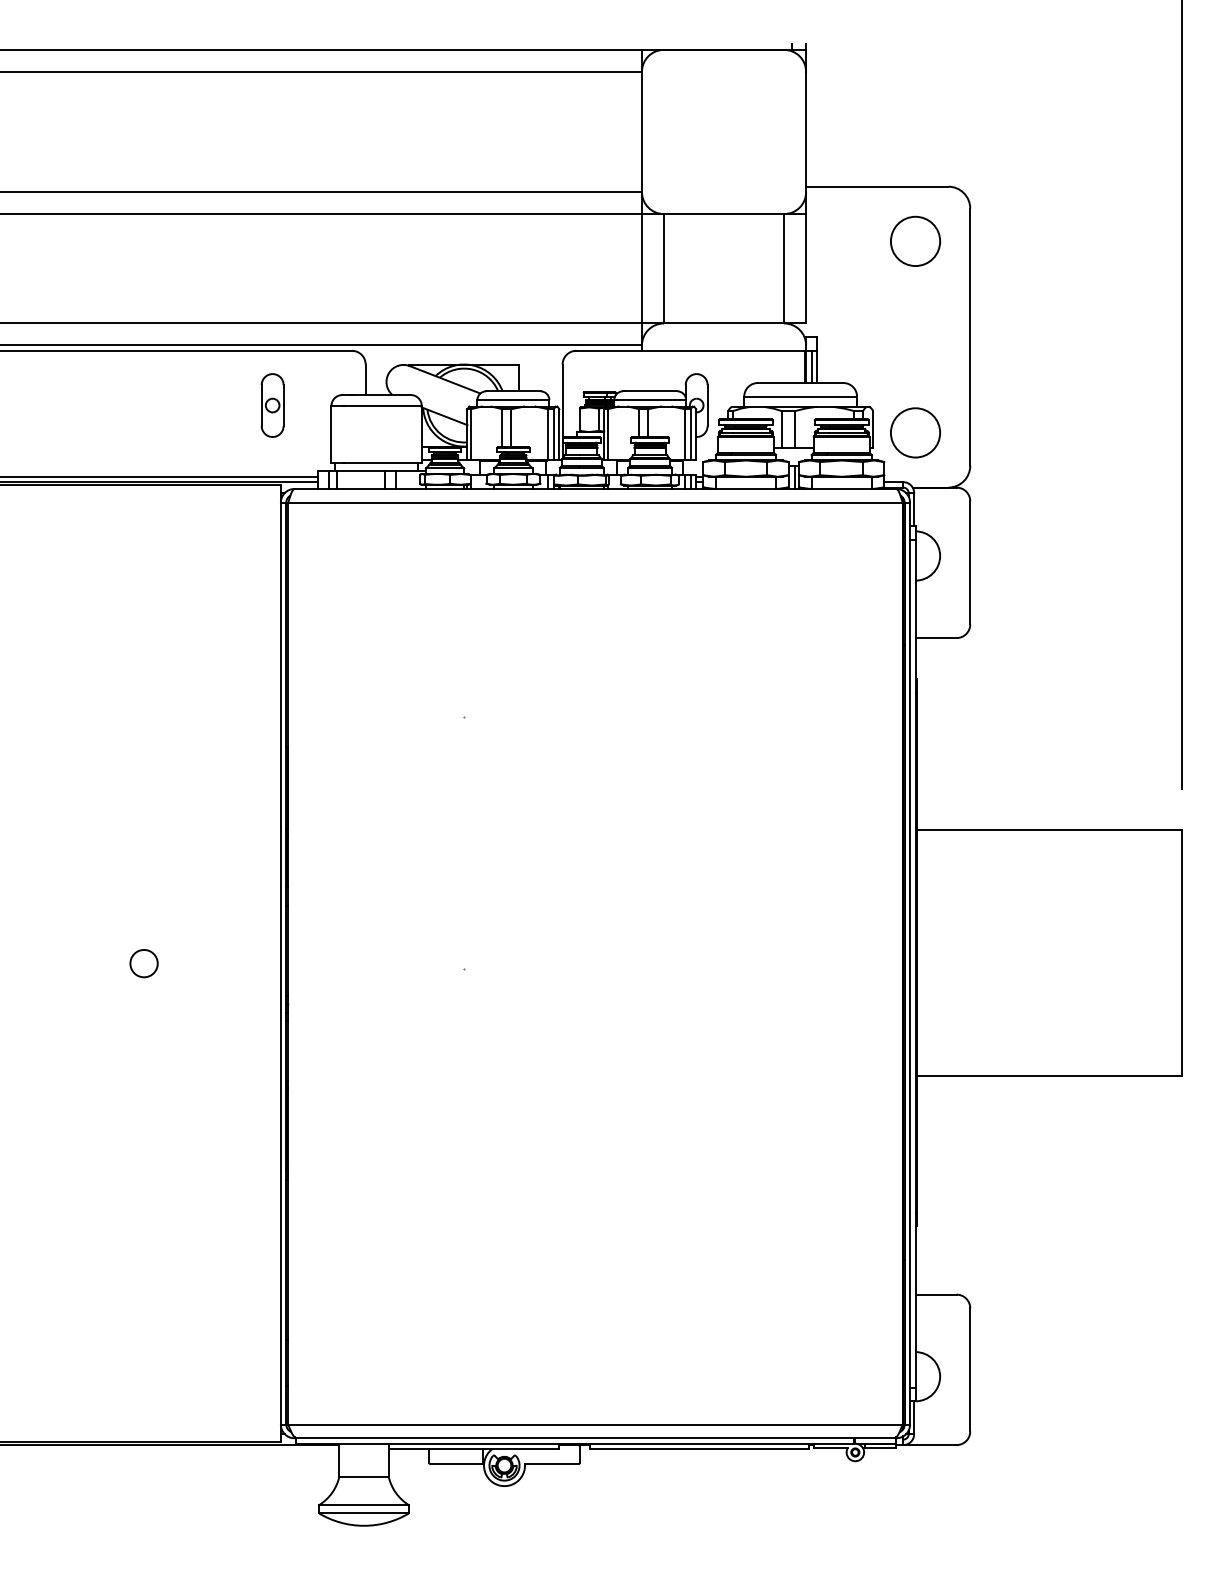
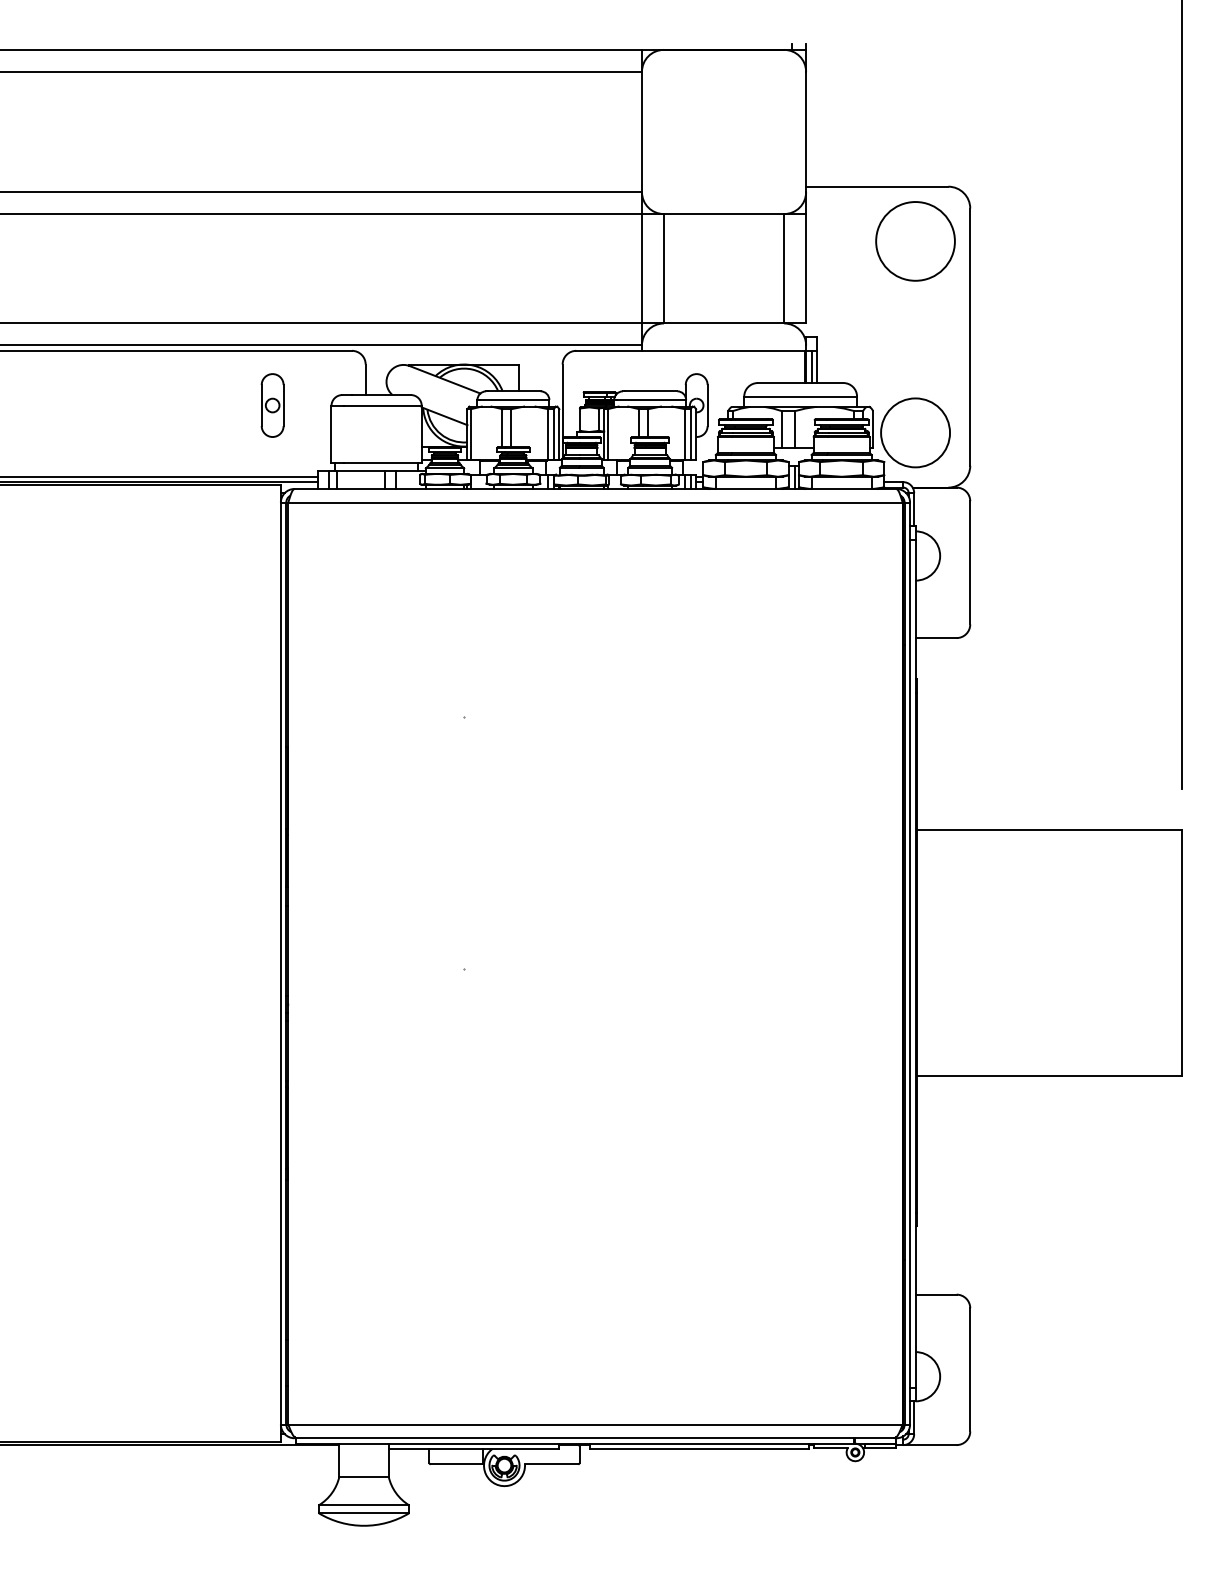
circle at (915, 241) diameter: 49 px -> 79 px
circle at (915, 432) diameter: 49 px -> 69 px
circle at (143, 963): present -> none
